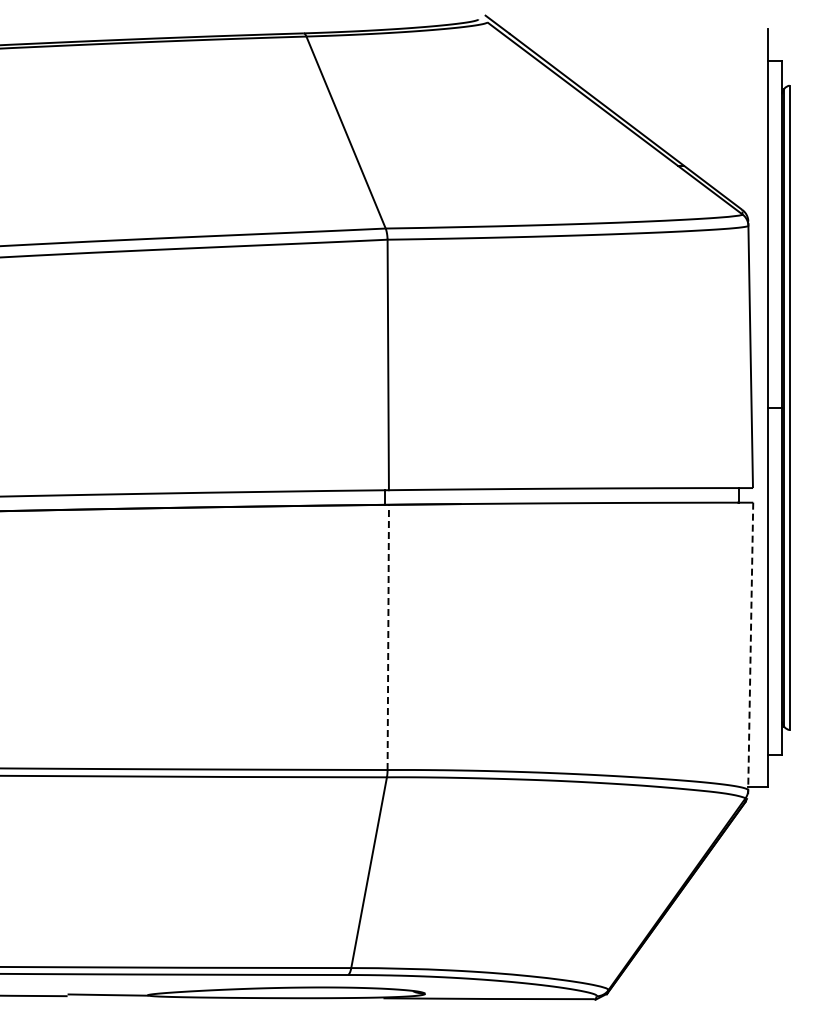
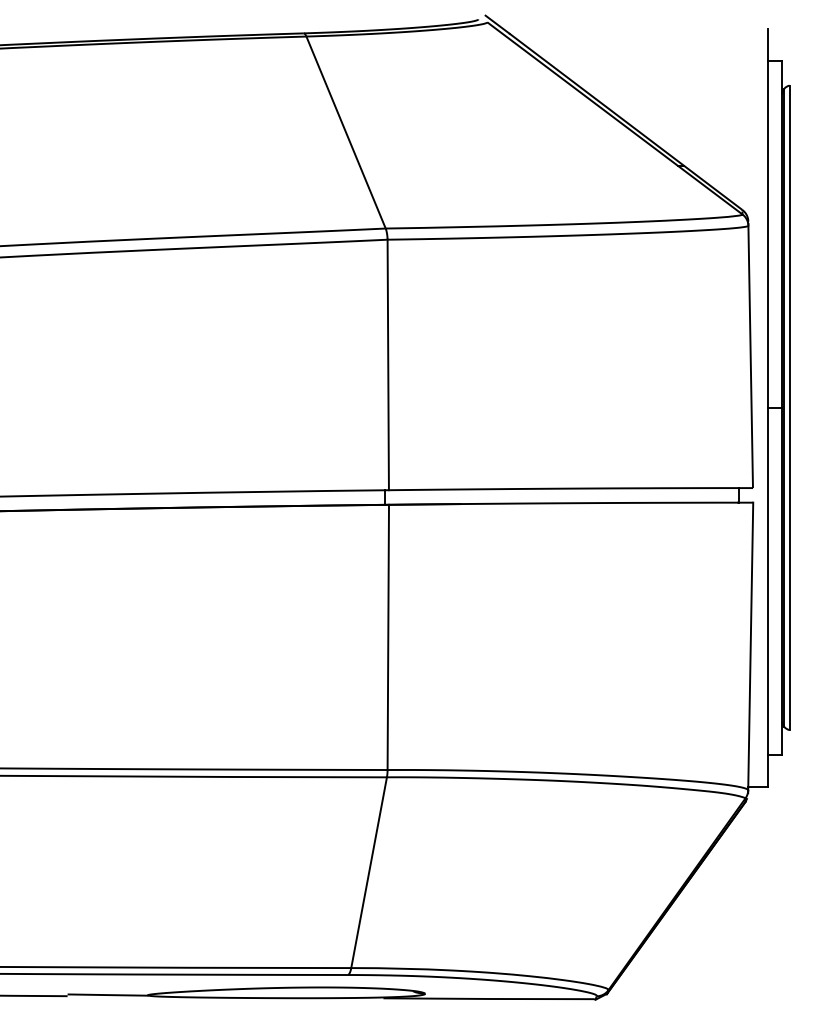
line at (388, 637): dashed -> solid
line at (750, 646): dashed -> solid
